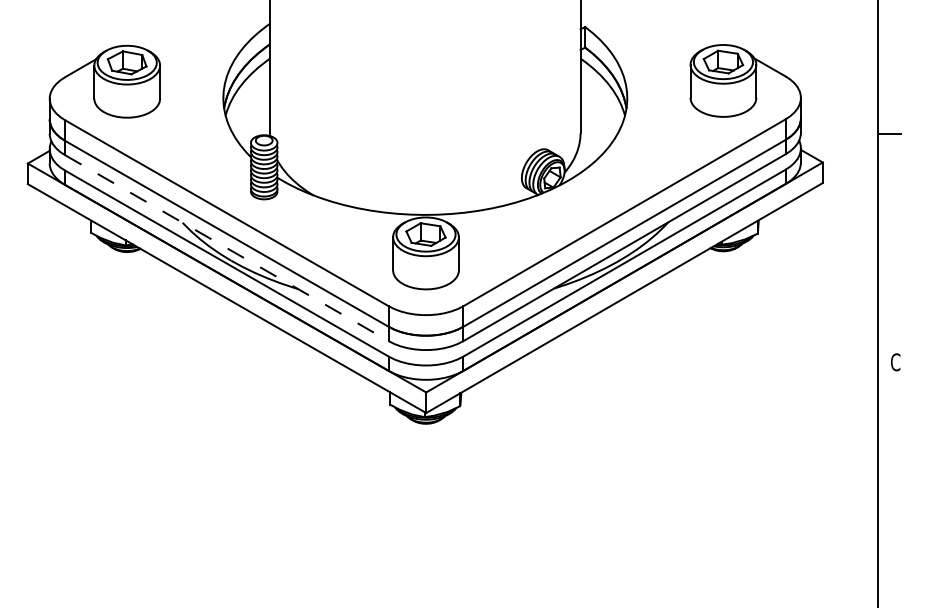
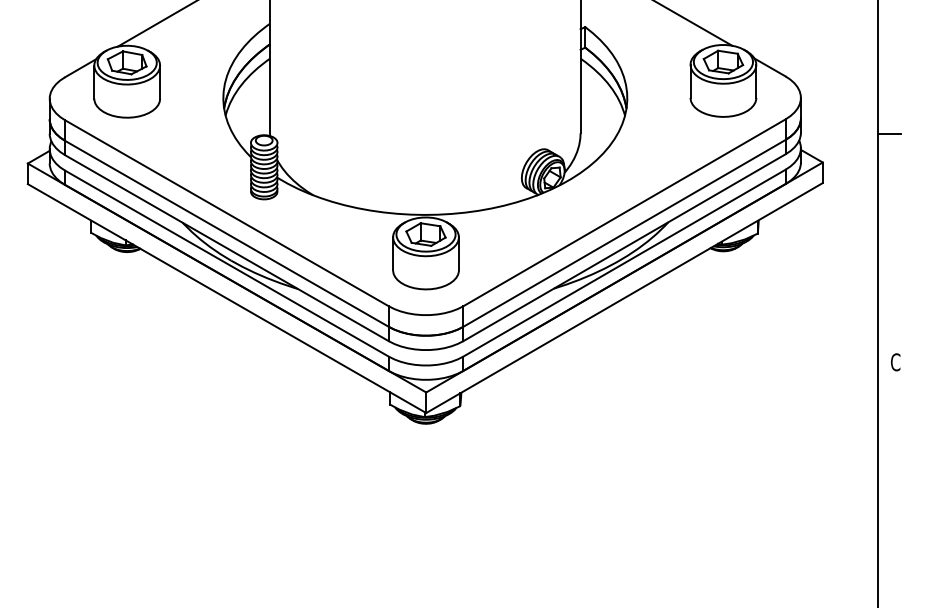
line at (694, 23): none -> present
line at (155, 24): none -> present
line at (227, 248): dashed -> solid
